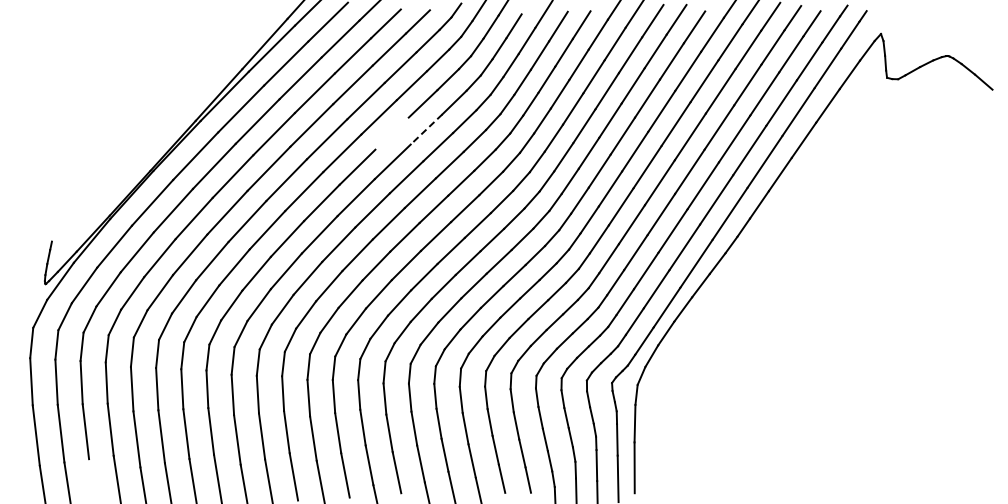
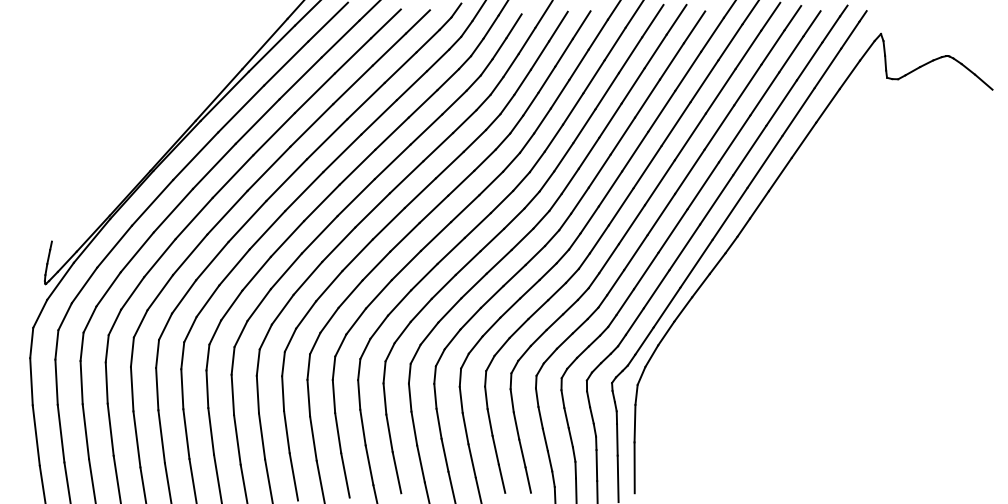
line at (426, 129): dashed -> solid
line at (391, 133): none -> present
line at (92, 479): none -> present
